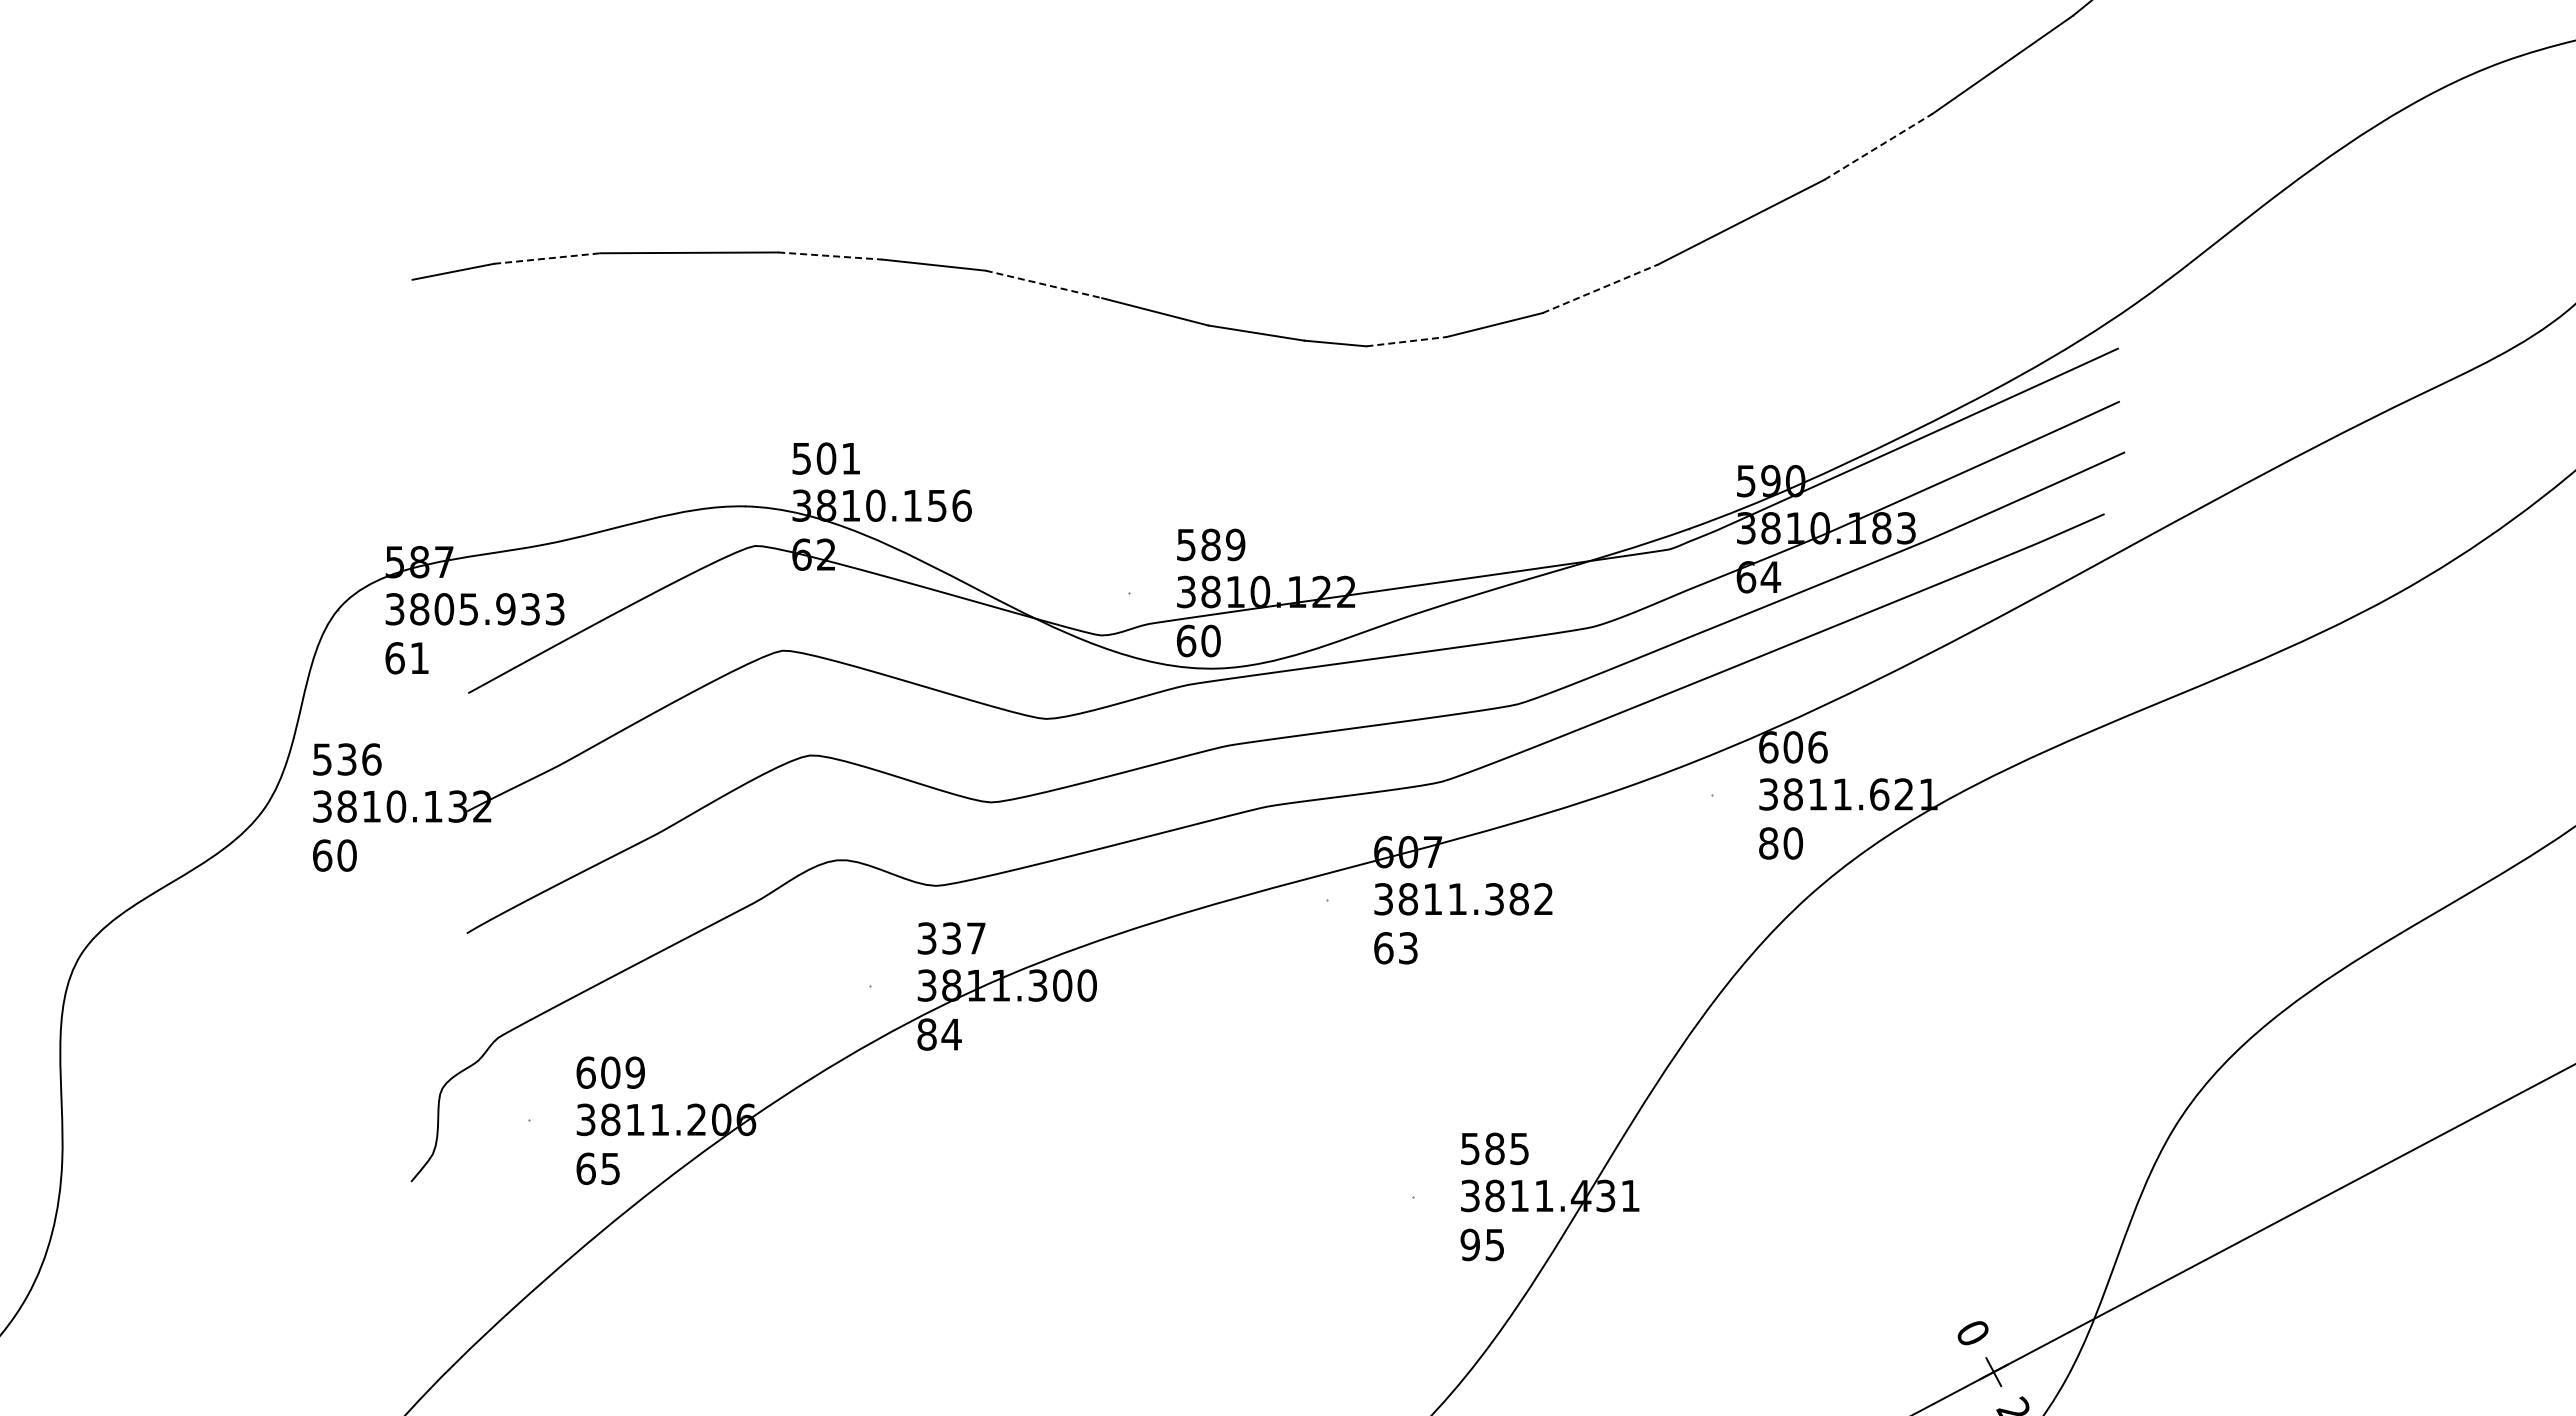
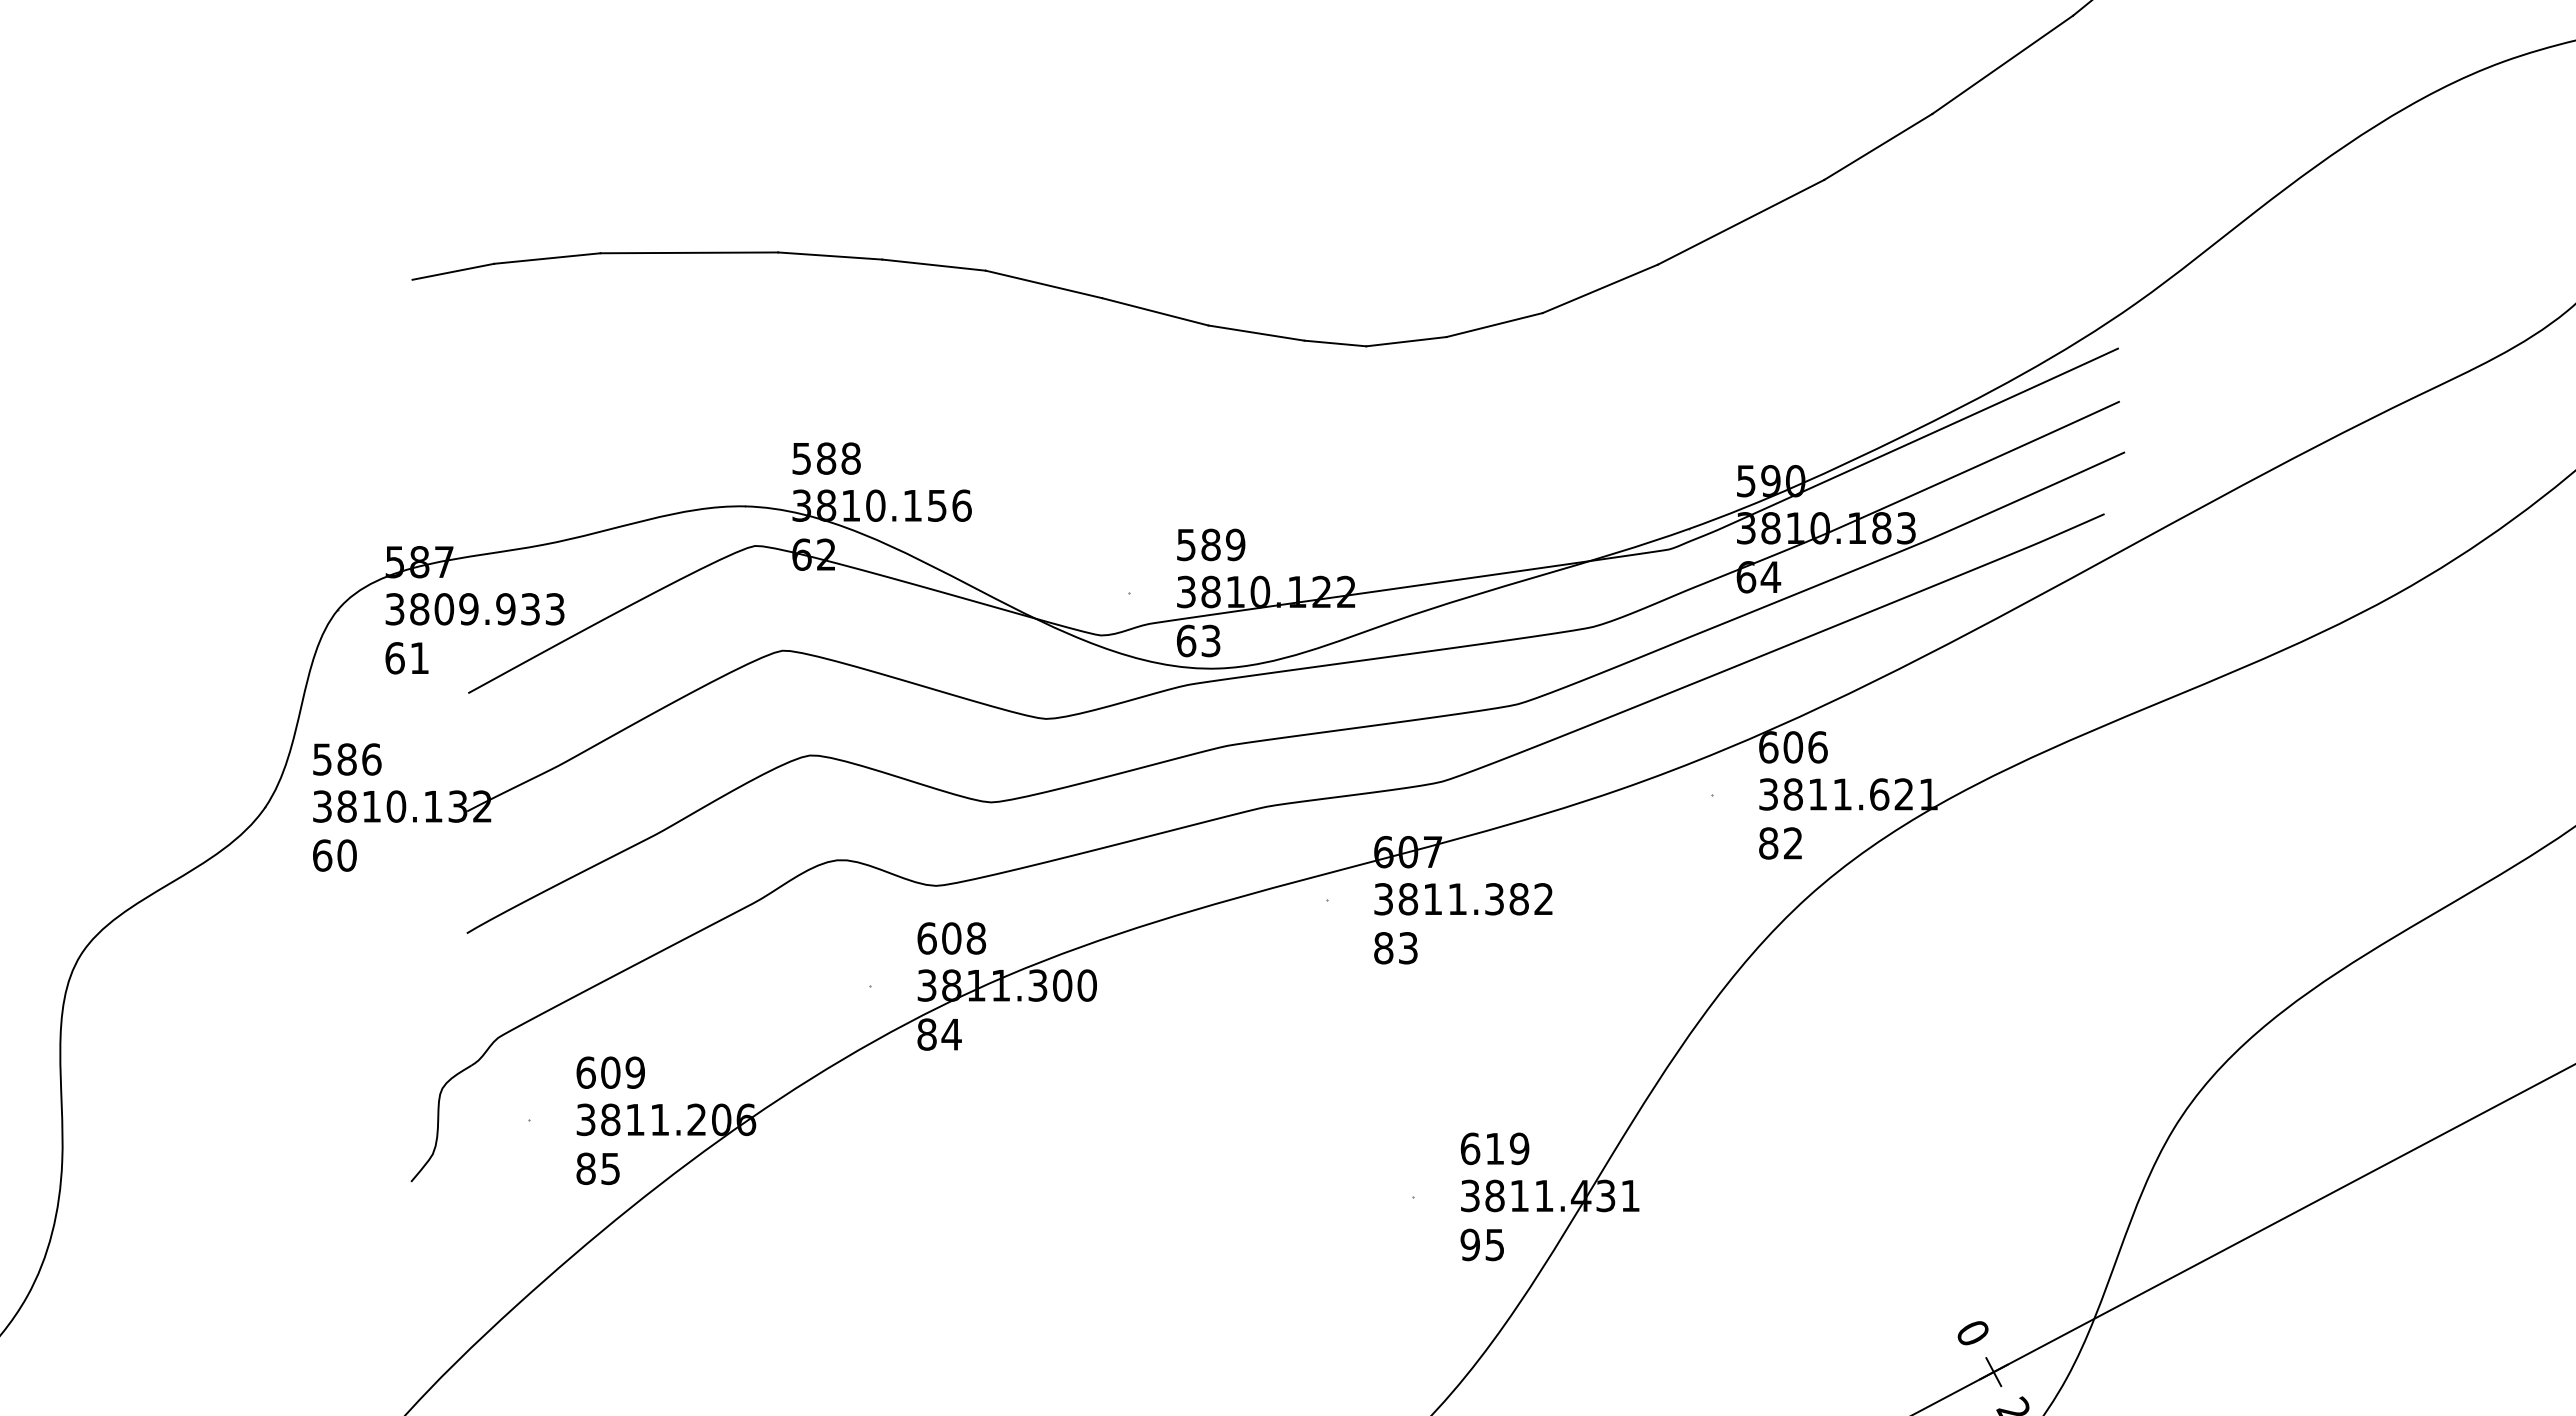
line at (1878, 146): dashed -> solid
line at (830, 256): dashed -> solid
line at (547, 258): dashed -> solid
line at (1043, 284): dashed -> solid
line at (1600, 288): dashed -> solid
line at (1406, 341): dashed -> solid
text at (838, 458): 501 -> 588
text at (468, 609): 3805.933 -> 3809.933
text at (1210, 640): 60 -> 63
text at (346, 759): 536 -> 586
text at (1793, 843): 80 -> 82
text at (951, 938): 337 -> 608
text at (1383, 948): 63 -> 83
text at (1494, 1148): 585 -> 619
text at (585, 1168): 65 -> 85
